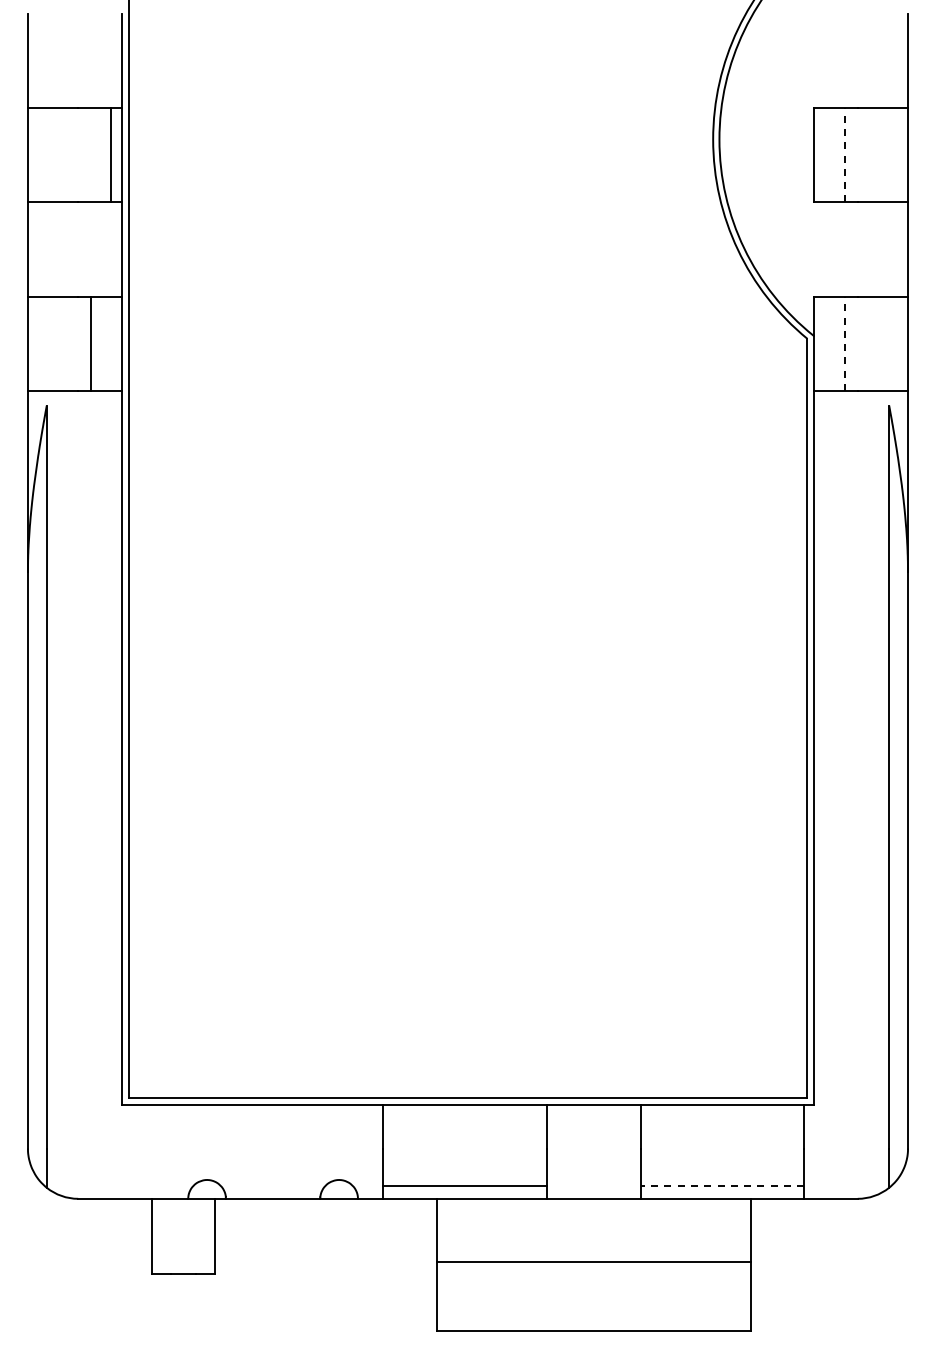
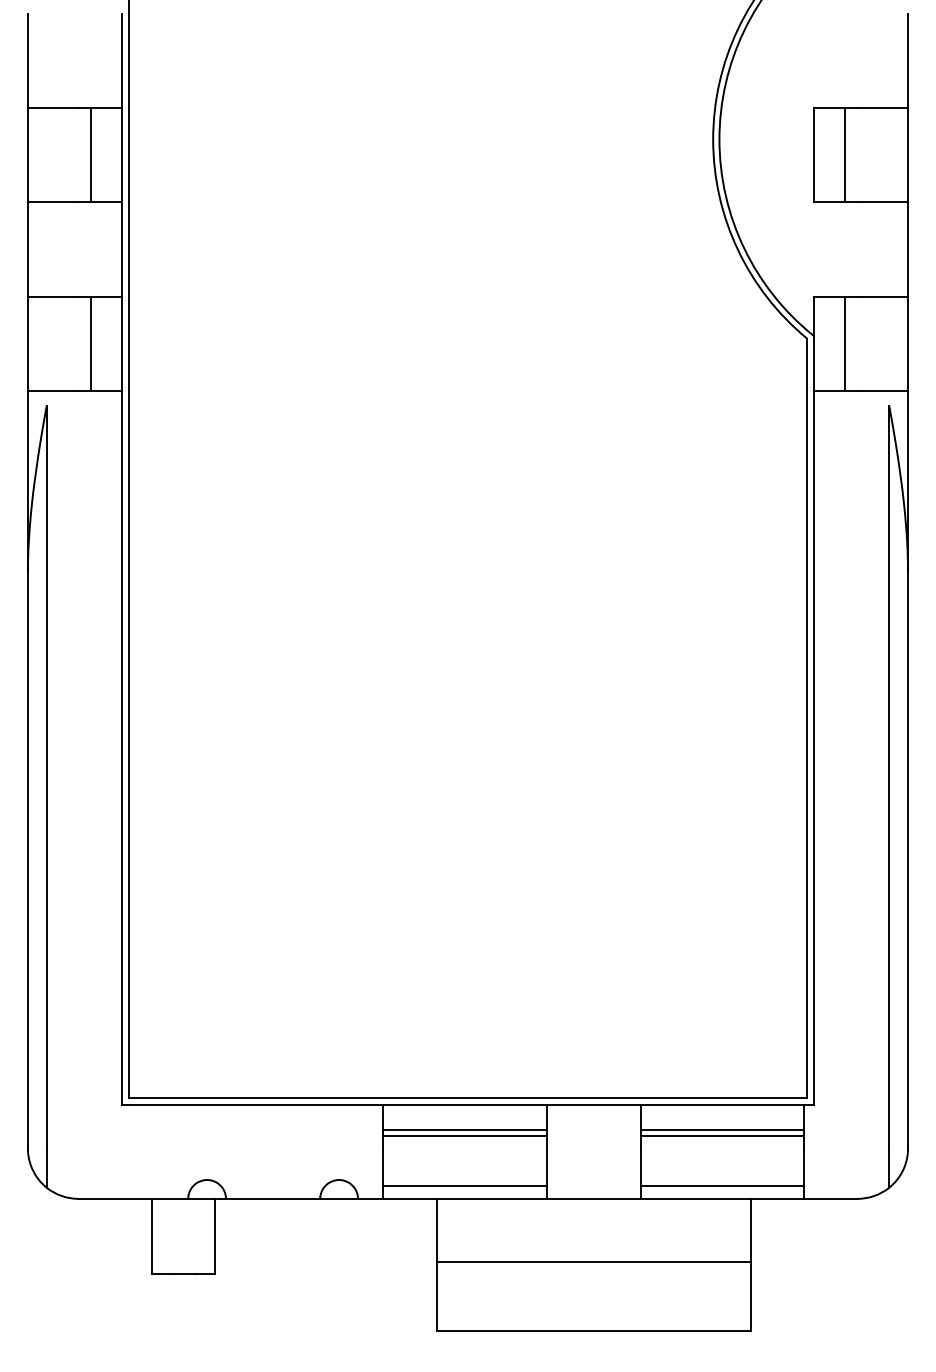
line at (845, 154): dashed -> solid
line at (110, 155) position: (110, 155) -> (90, 155)
line at (845, 343): dashed -> solid
line at (464, 1129): none -> present
line at (722, 1129): none -> present
line at (464, 1135): none -> present
line at (722, 1135): none -> present
line at (722, 1186): dashed -> solid
